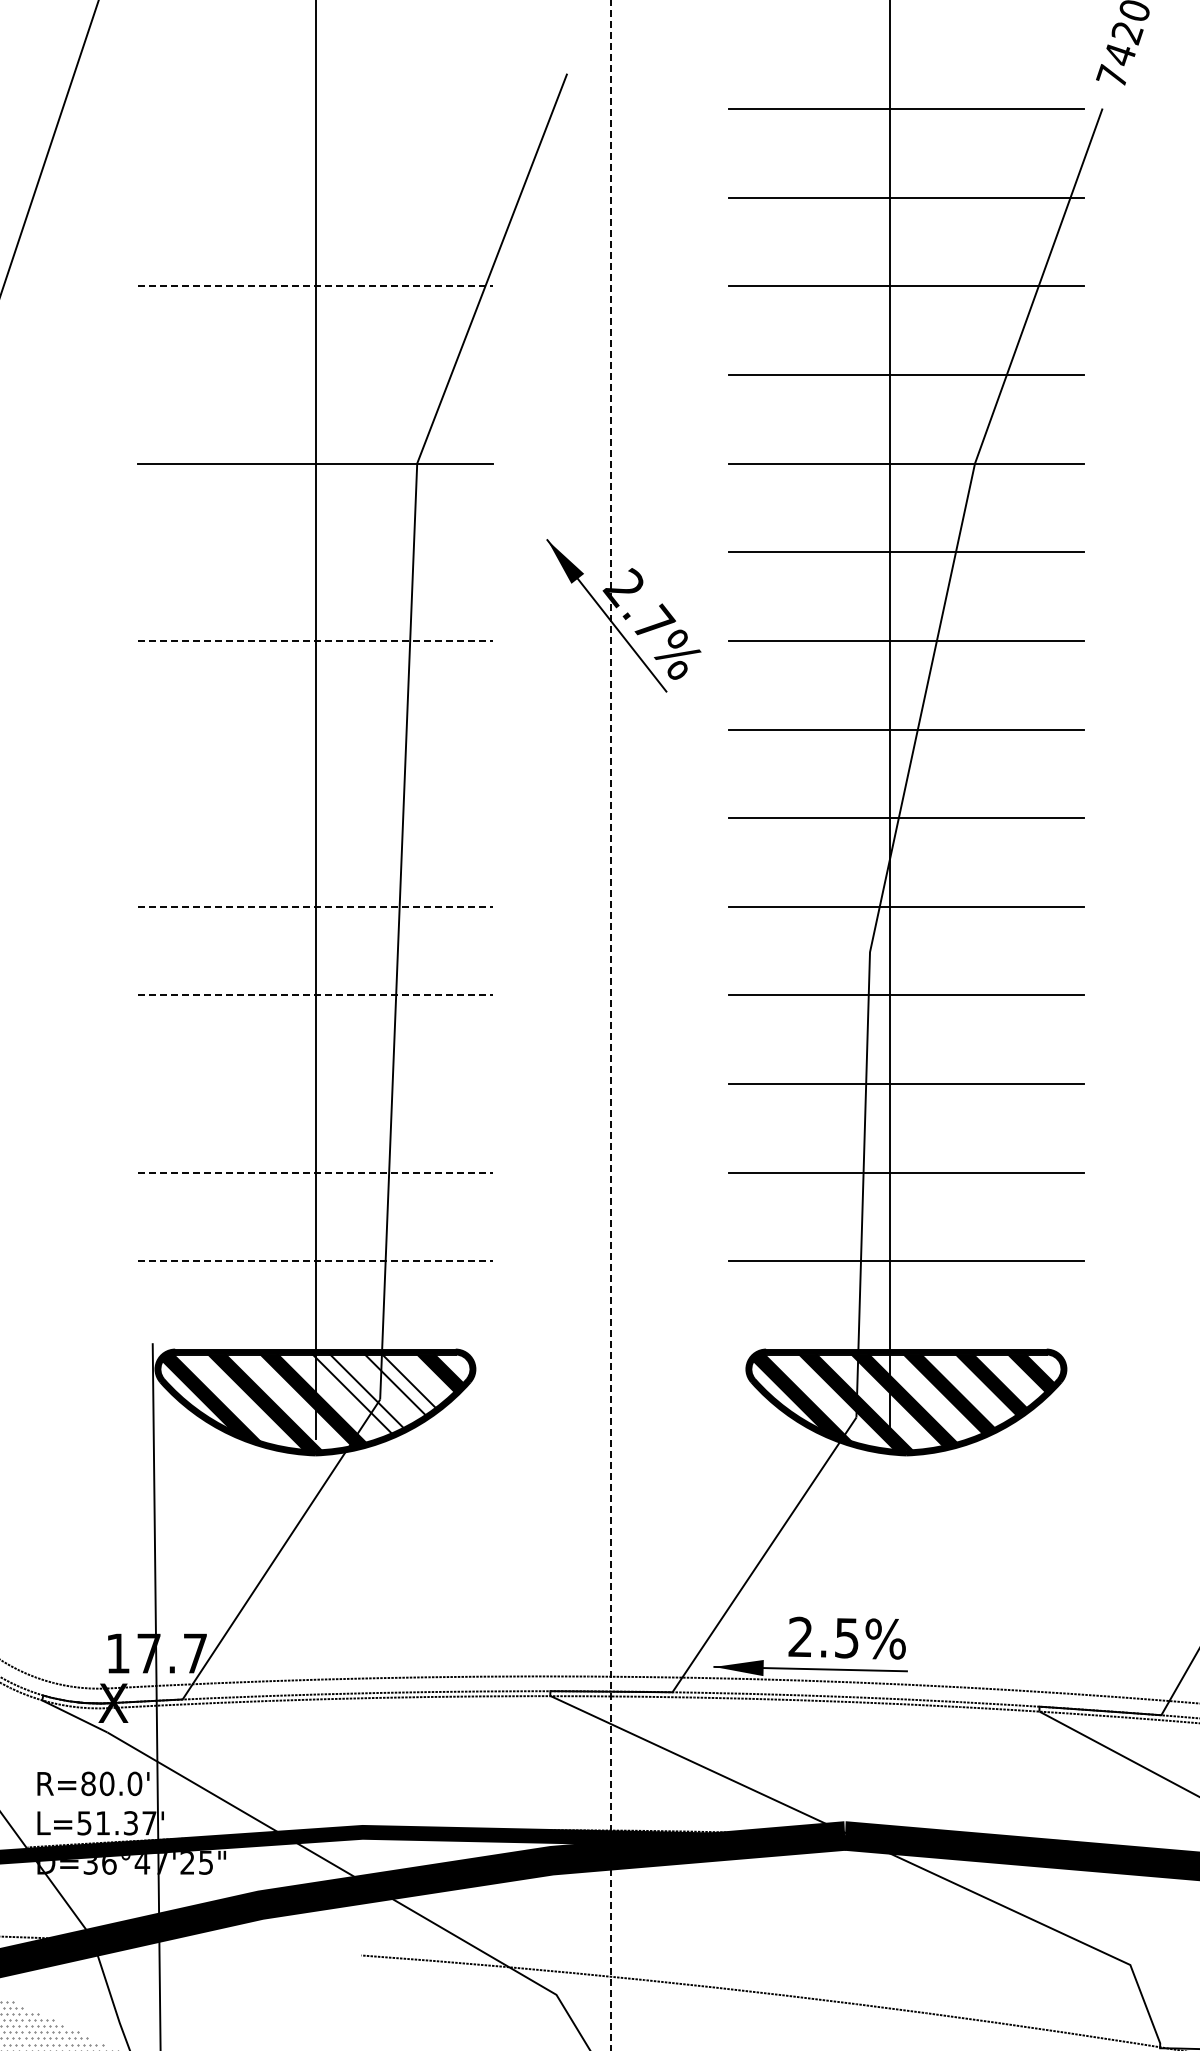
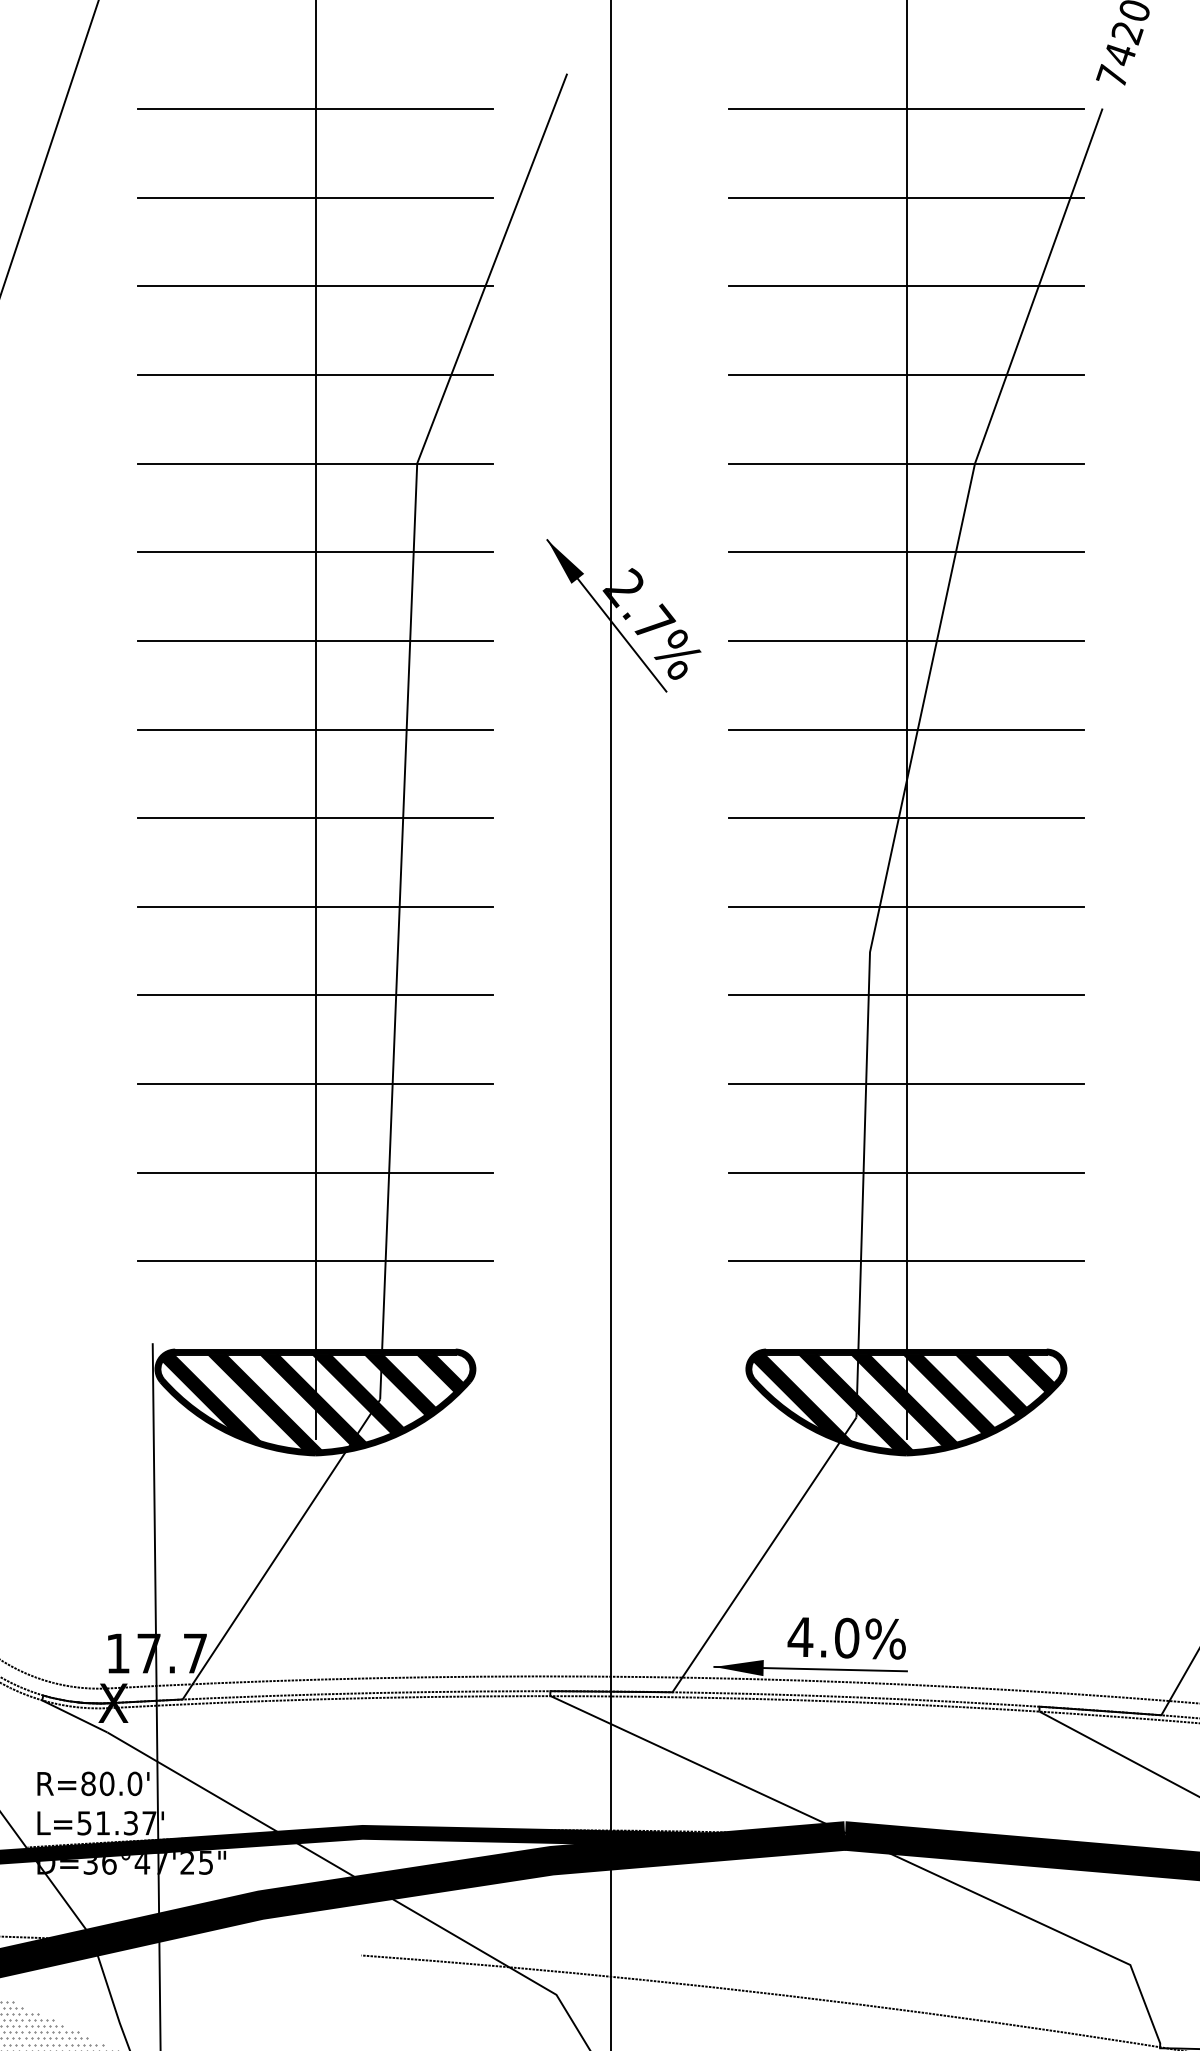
line at (315, 108): none -> present
line at (315, 197): none -> present
line at (316, 286): dashed -> solid
line at (315, 374): none -> present
line at (315, 552): none -> present
line at (316, 640): dashed -> solid
line at (889, 720) position: (889, 720) -> (906, 720)
line at (315, 729): none -> present
line at (315, 818): none -> present
line at (316, 906): dashed -> solid
line at (316, 995): dashed -> solid
line at (611, 1024): dashed -> solid
line at (315, 1084): none -> present
line at (316, 1172): dashed -> solid
line at (316, 1261): dashed -> solid
fill at (399, 1384): none -> present
fill at (357, 1393): none -> present
text at (823, 1637): 2.5%%% -> 4.0%%%
